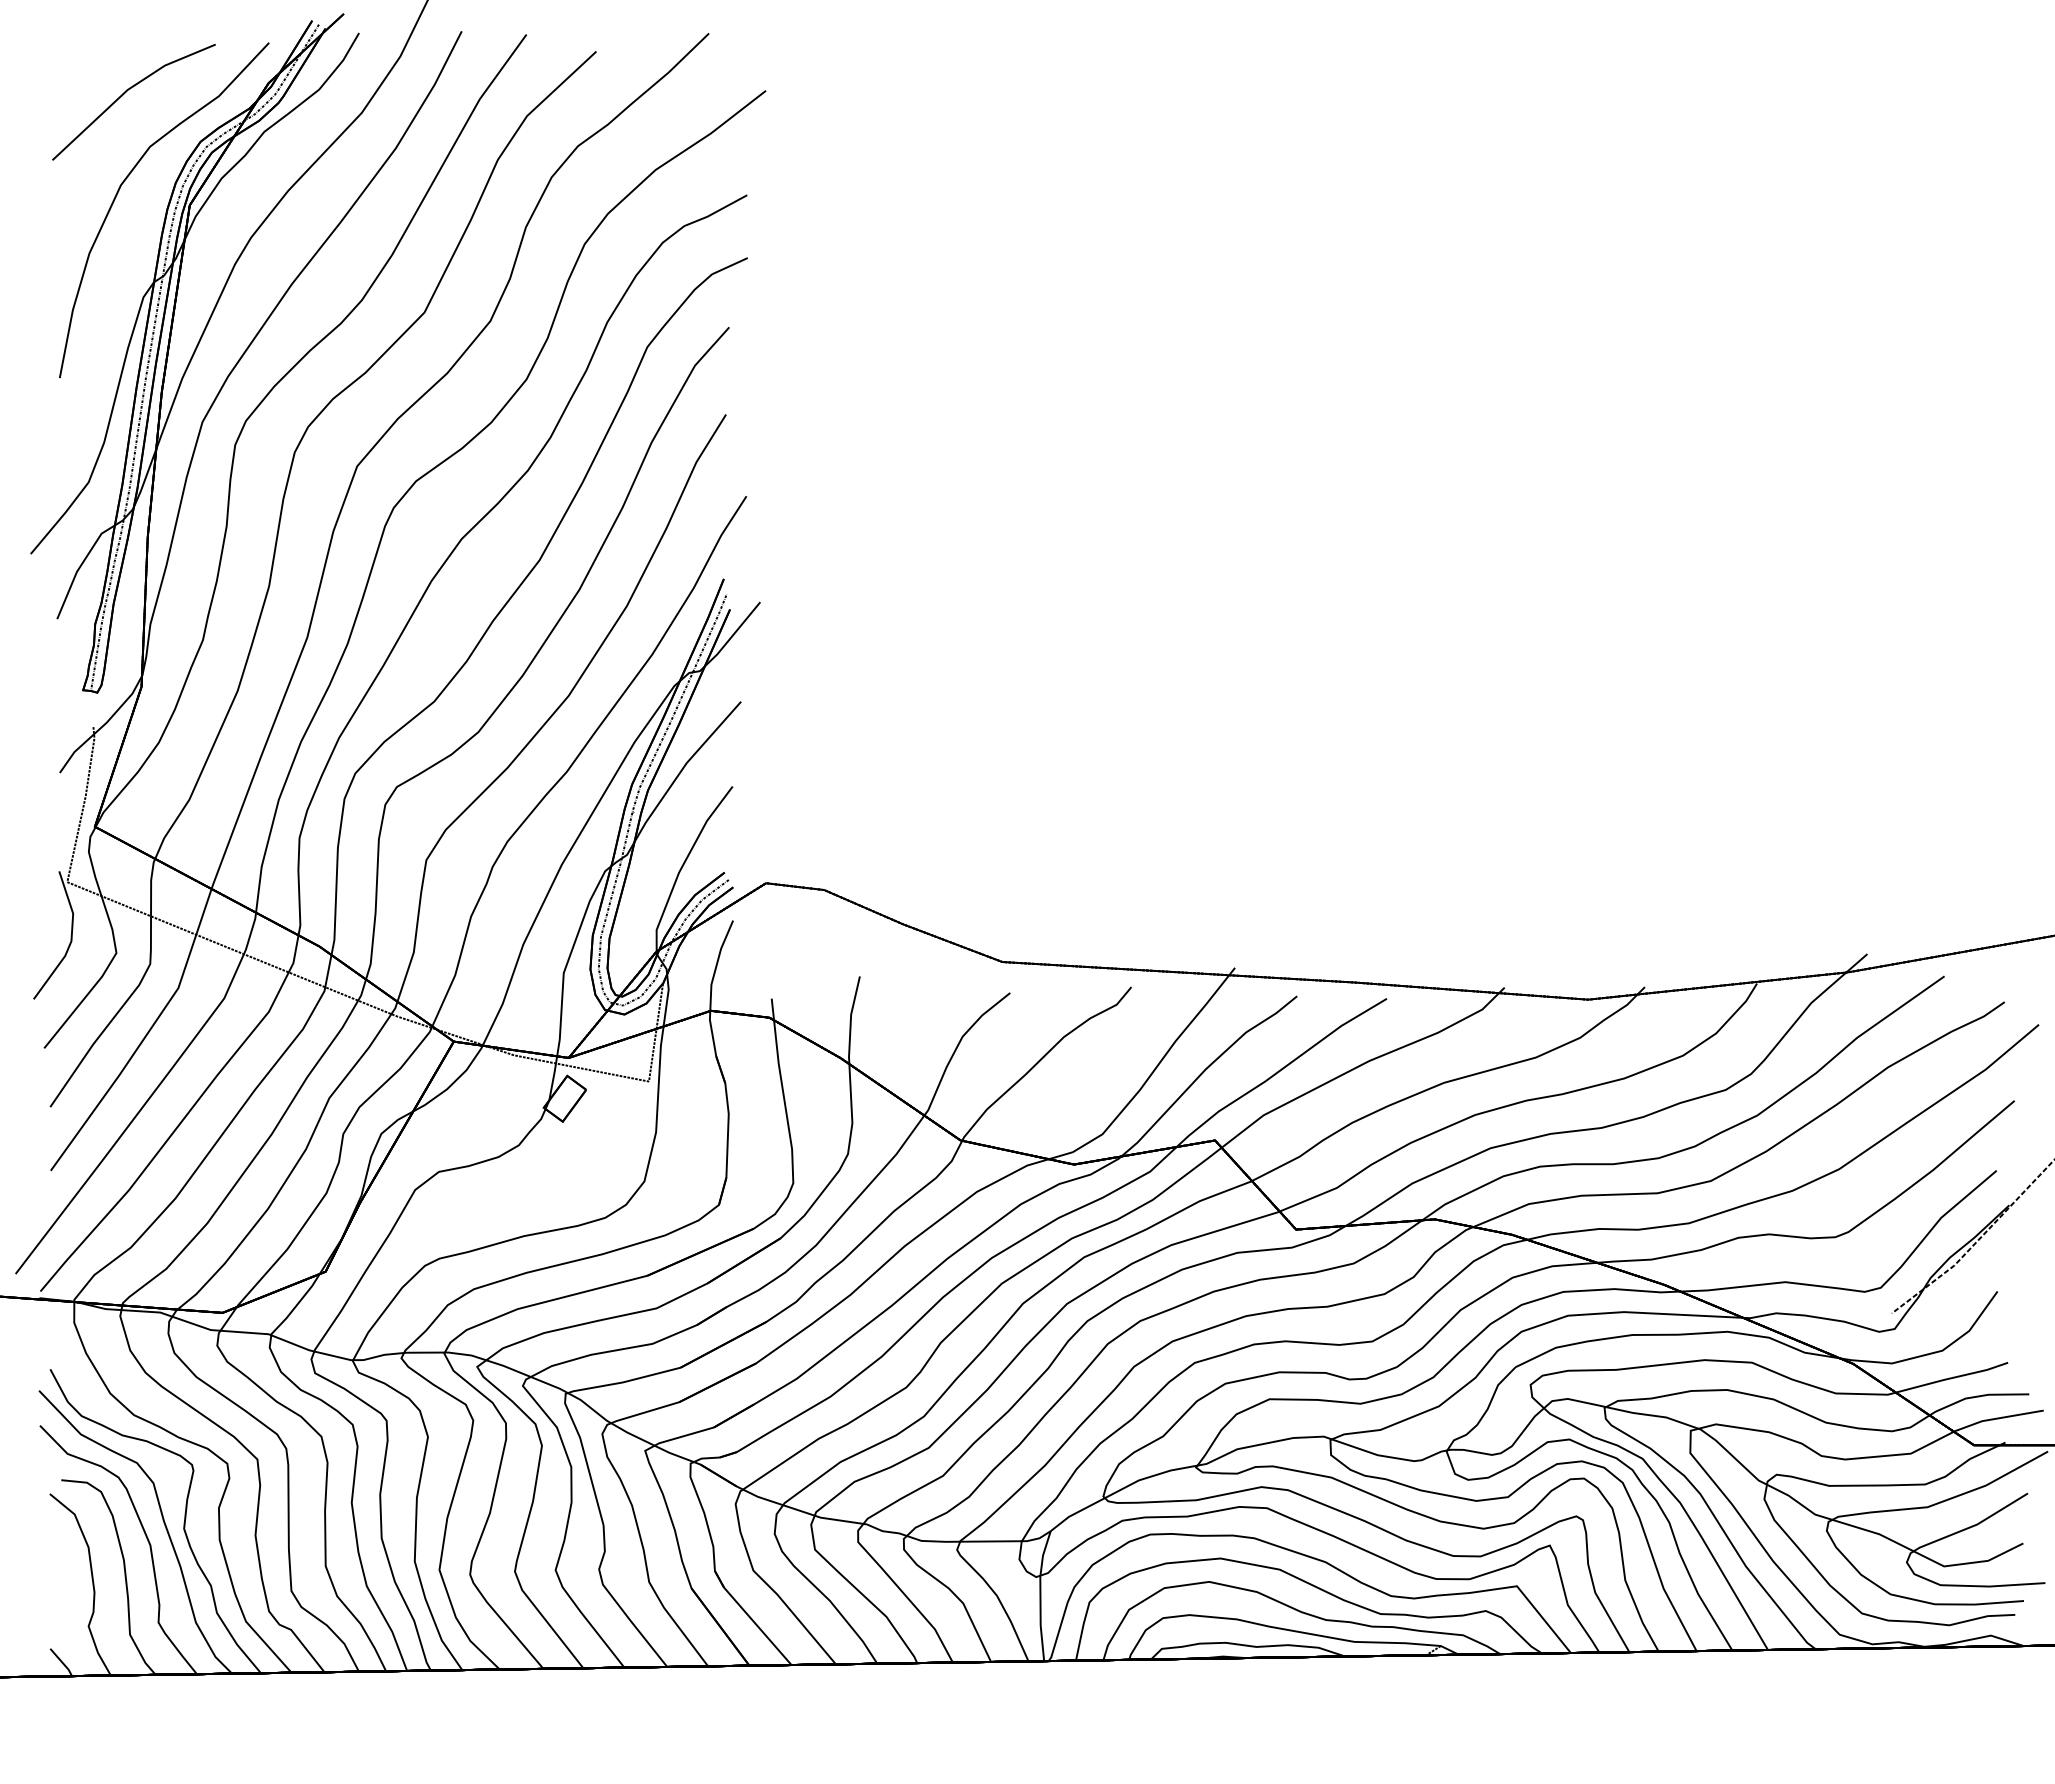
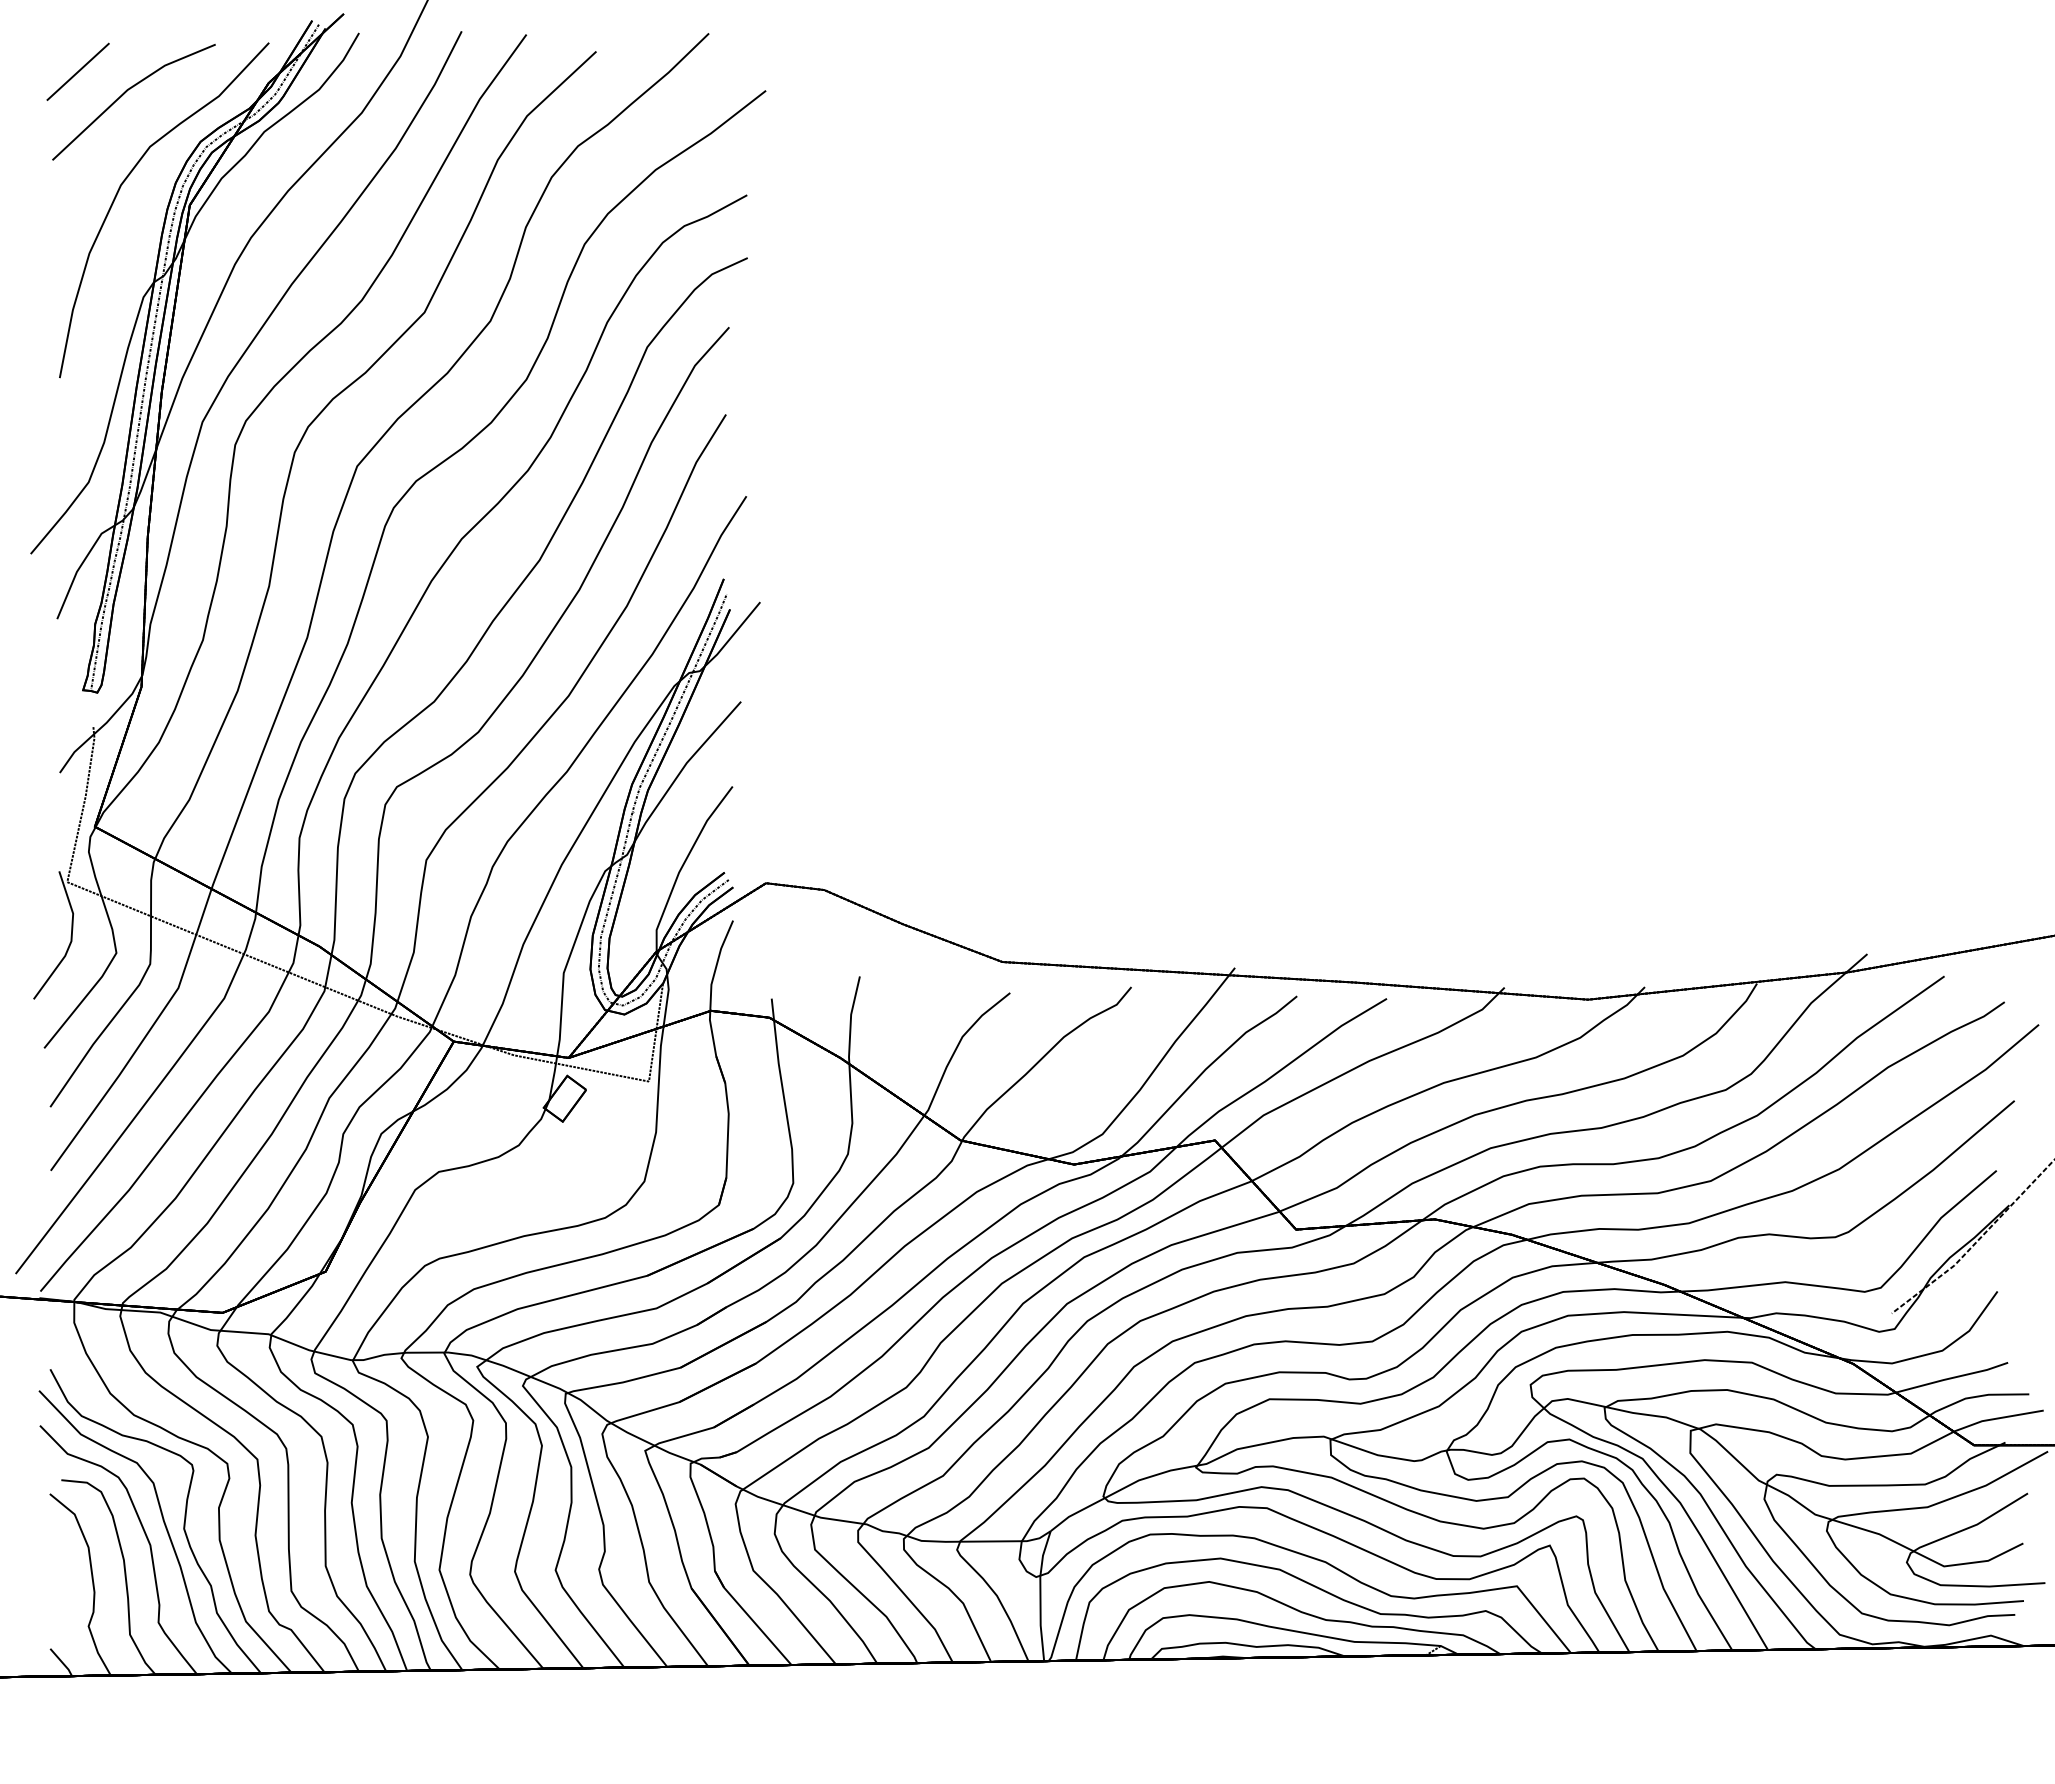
line at (77, 71): none -> present
